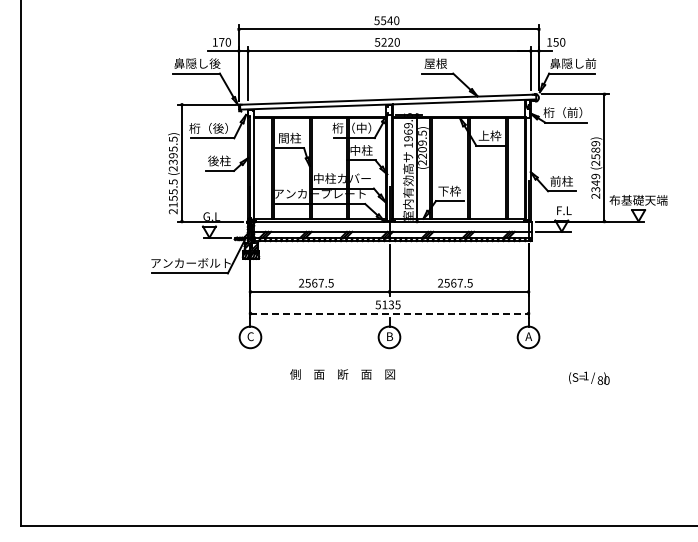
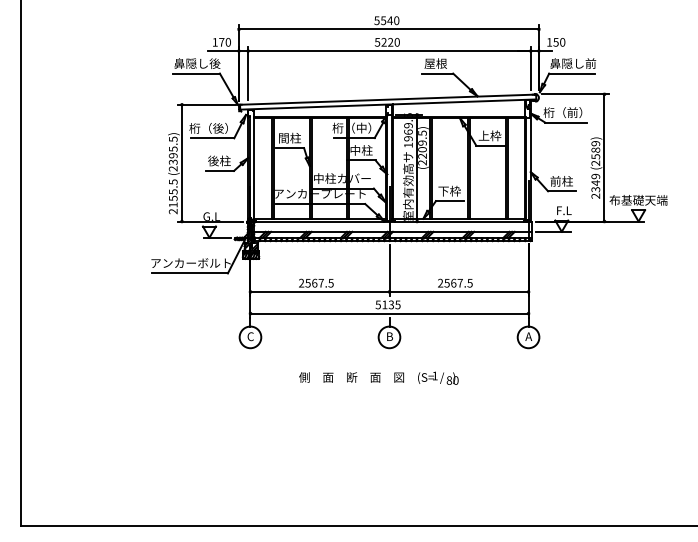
line at (390, 313): dashed -> solid
text at (342, 374) position: (342, 374) -> (351, 377)
text at (589, 377) position: (589, 377) -> (438, 377)
